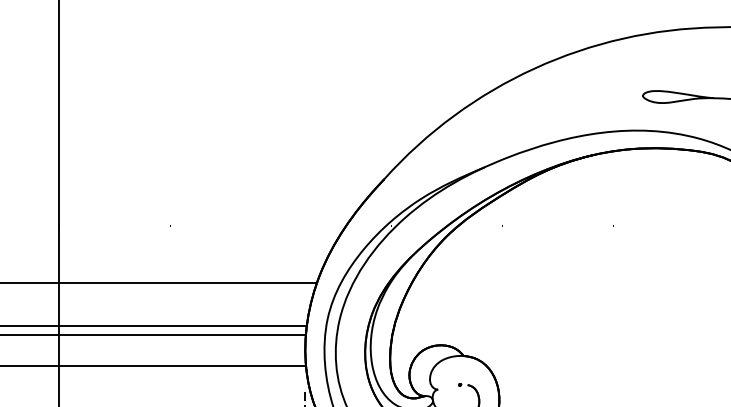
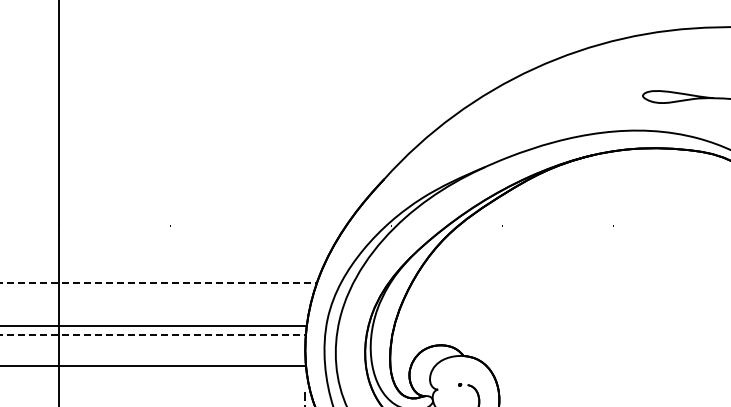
line at (159, 282): solid -> dashed
line at (152, 335): solid -> dashed
